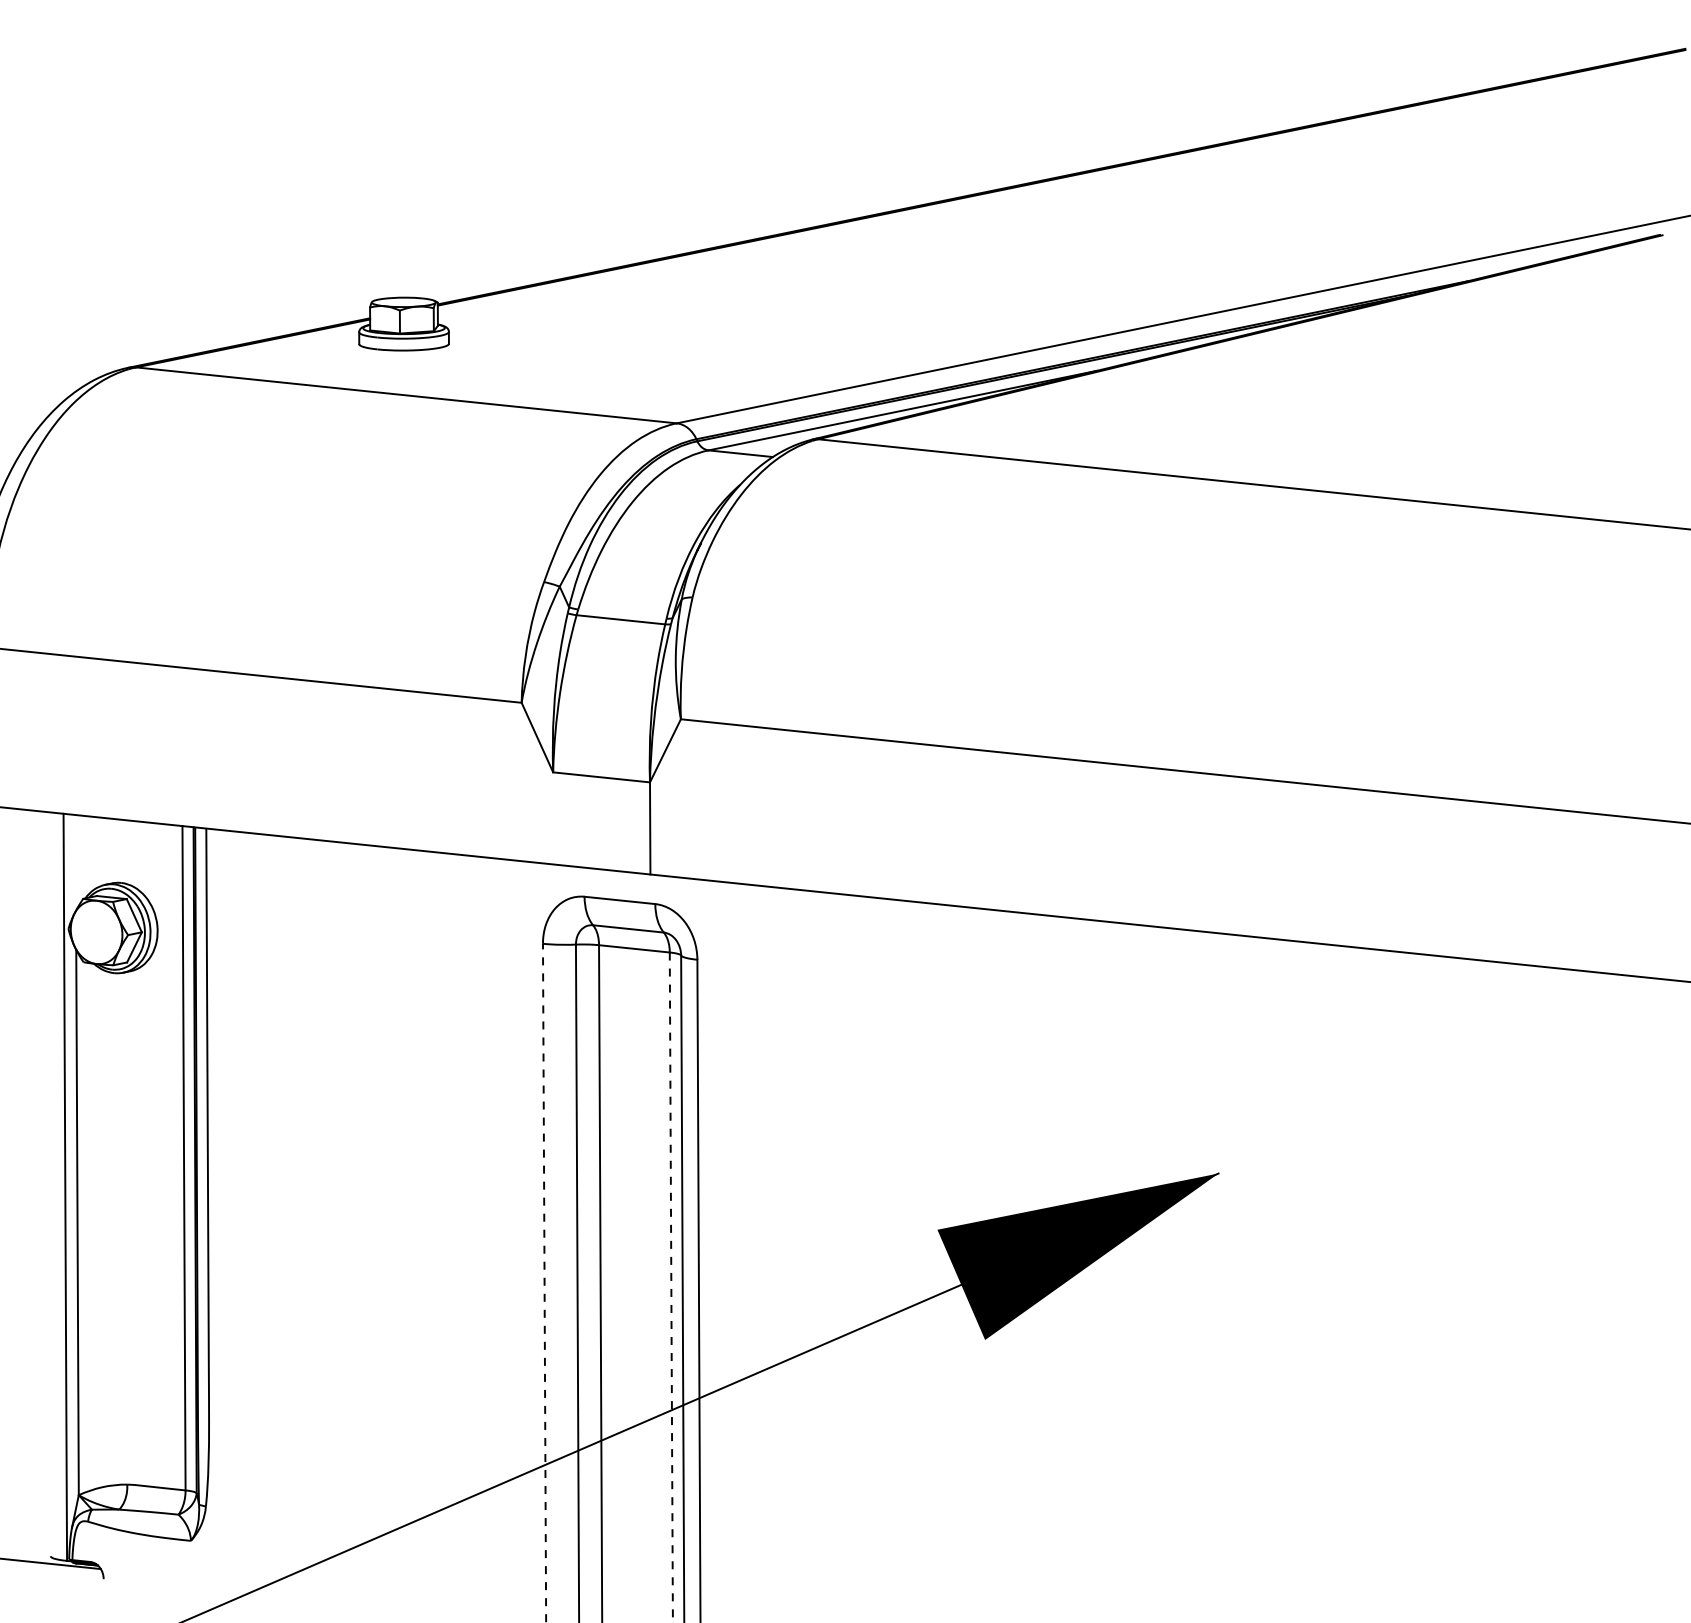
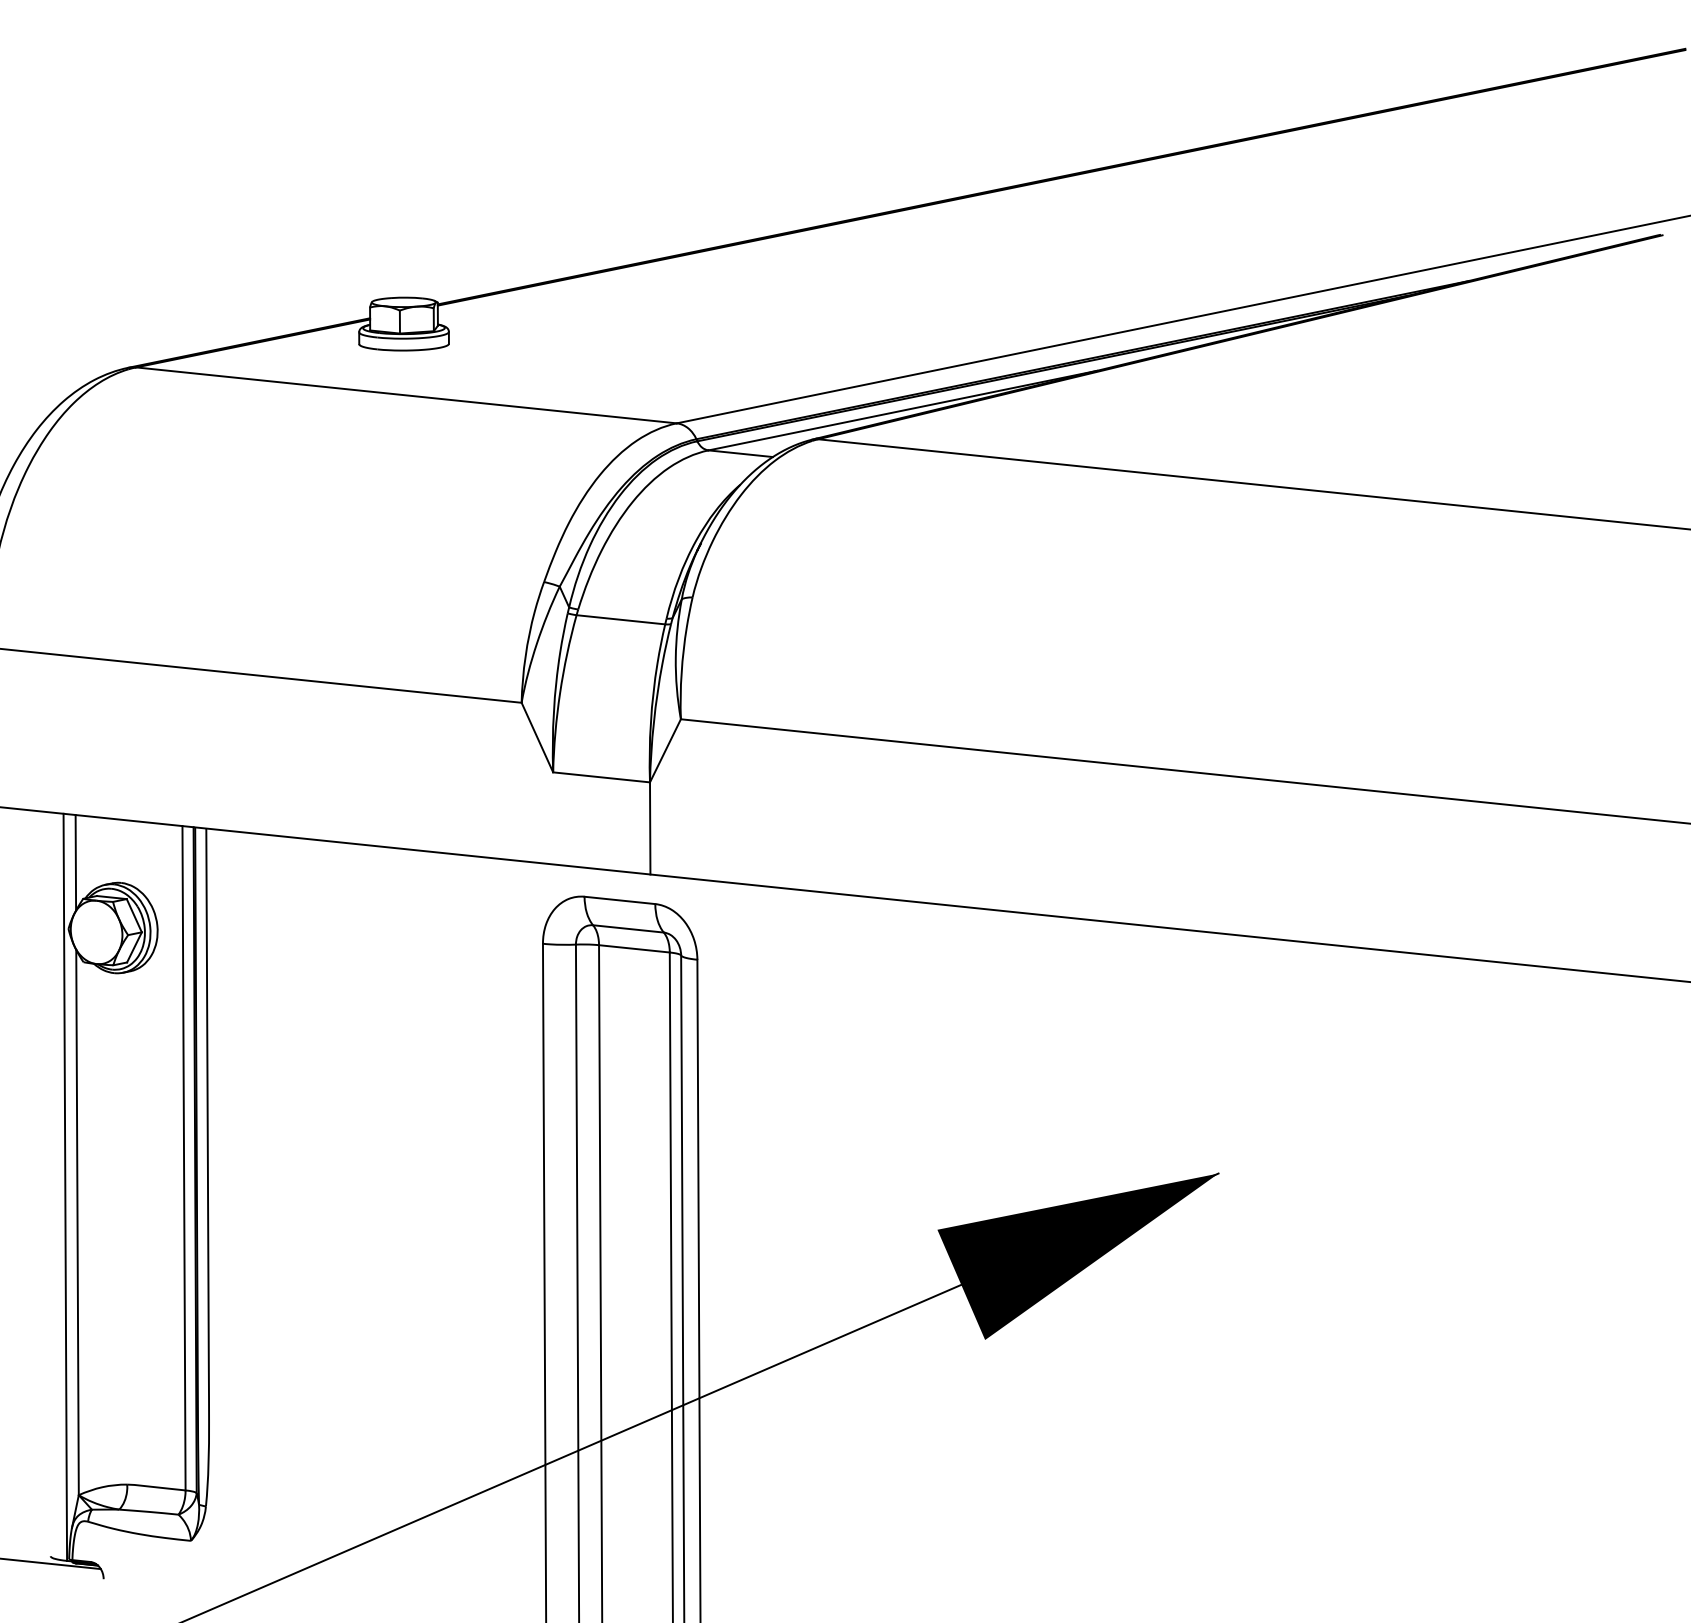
line at (75, 862): none -> present
line at (544, 1282): dashed -> solid
line at (671, 1287): dashed -> solid
